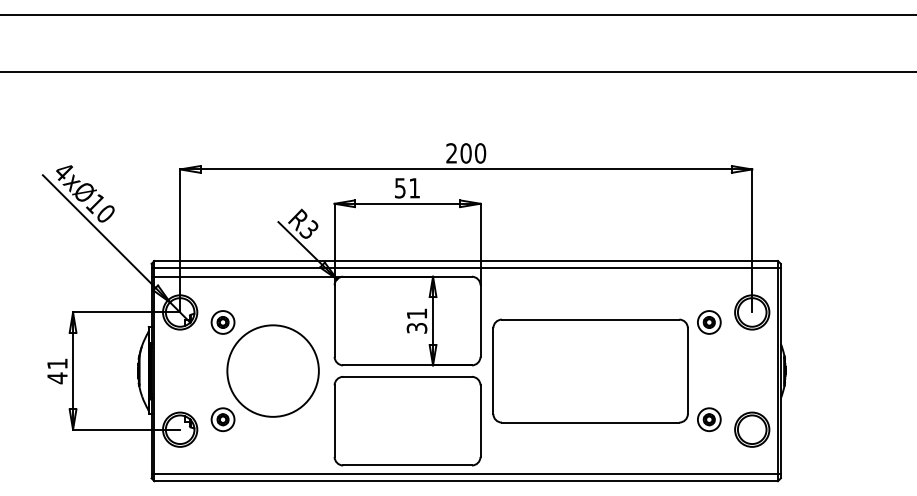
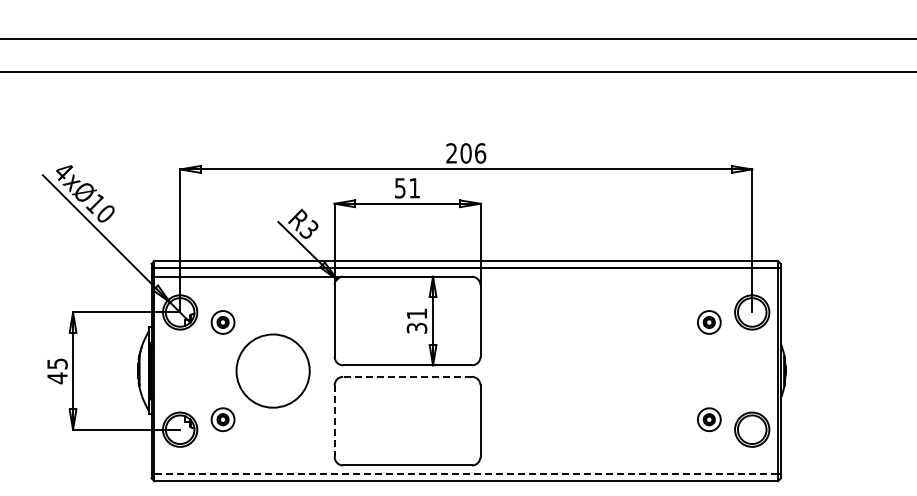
line at (457, 14) position: (457, 14) -> (457, 38)
text at (480, 153): 200 -> 206
text at (57, 363): 41 -> 45
circle at (272, 370) diameter: 92 px -> 73 px
part at (590, 370): present -> none
line at (407, 376): solid -> dashed
line at (334, 421): solid -> dashed
line at (466, 474): solid -> dashed
